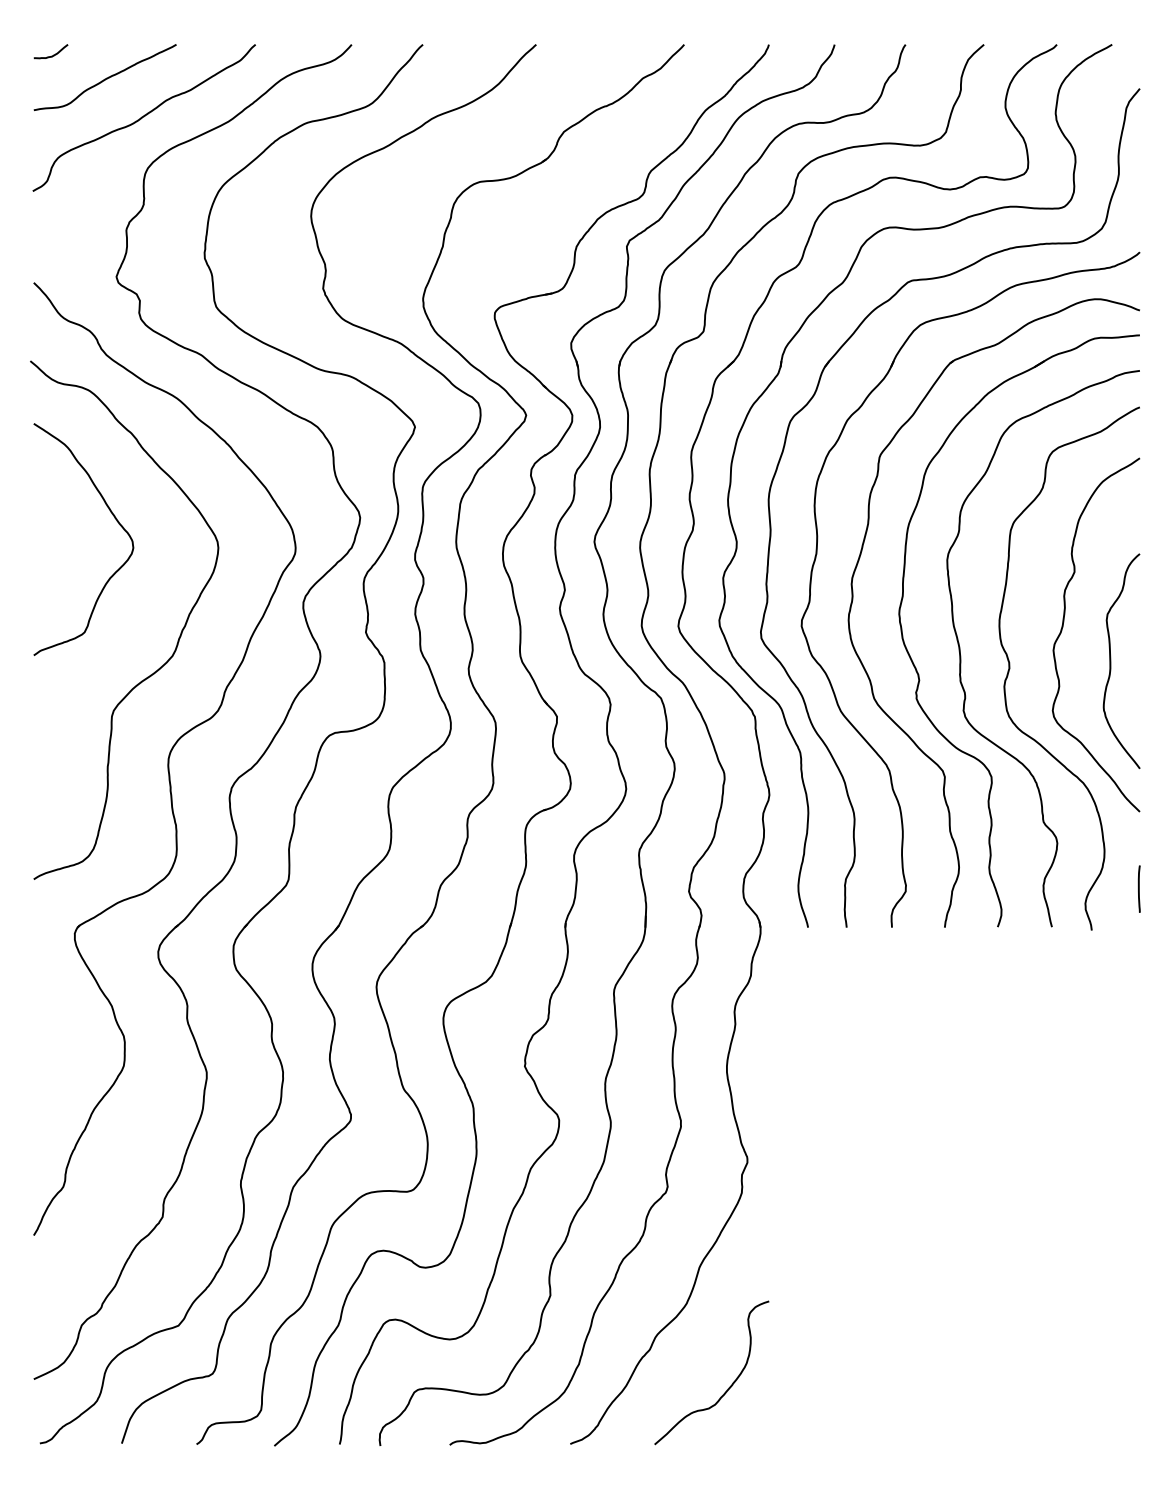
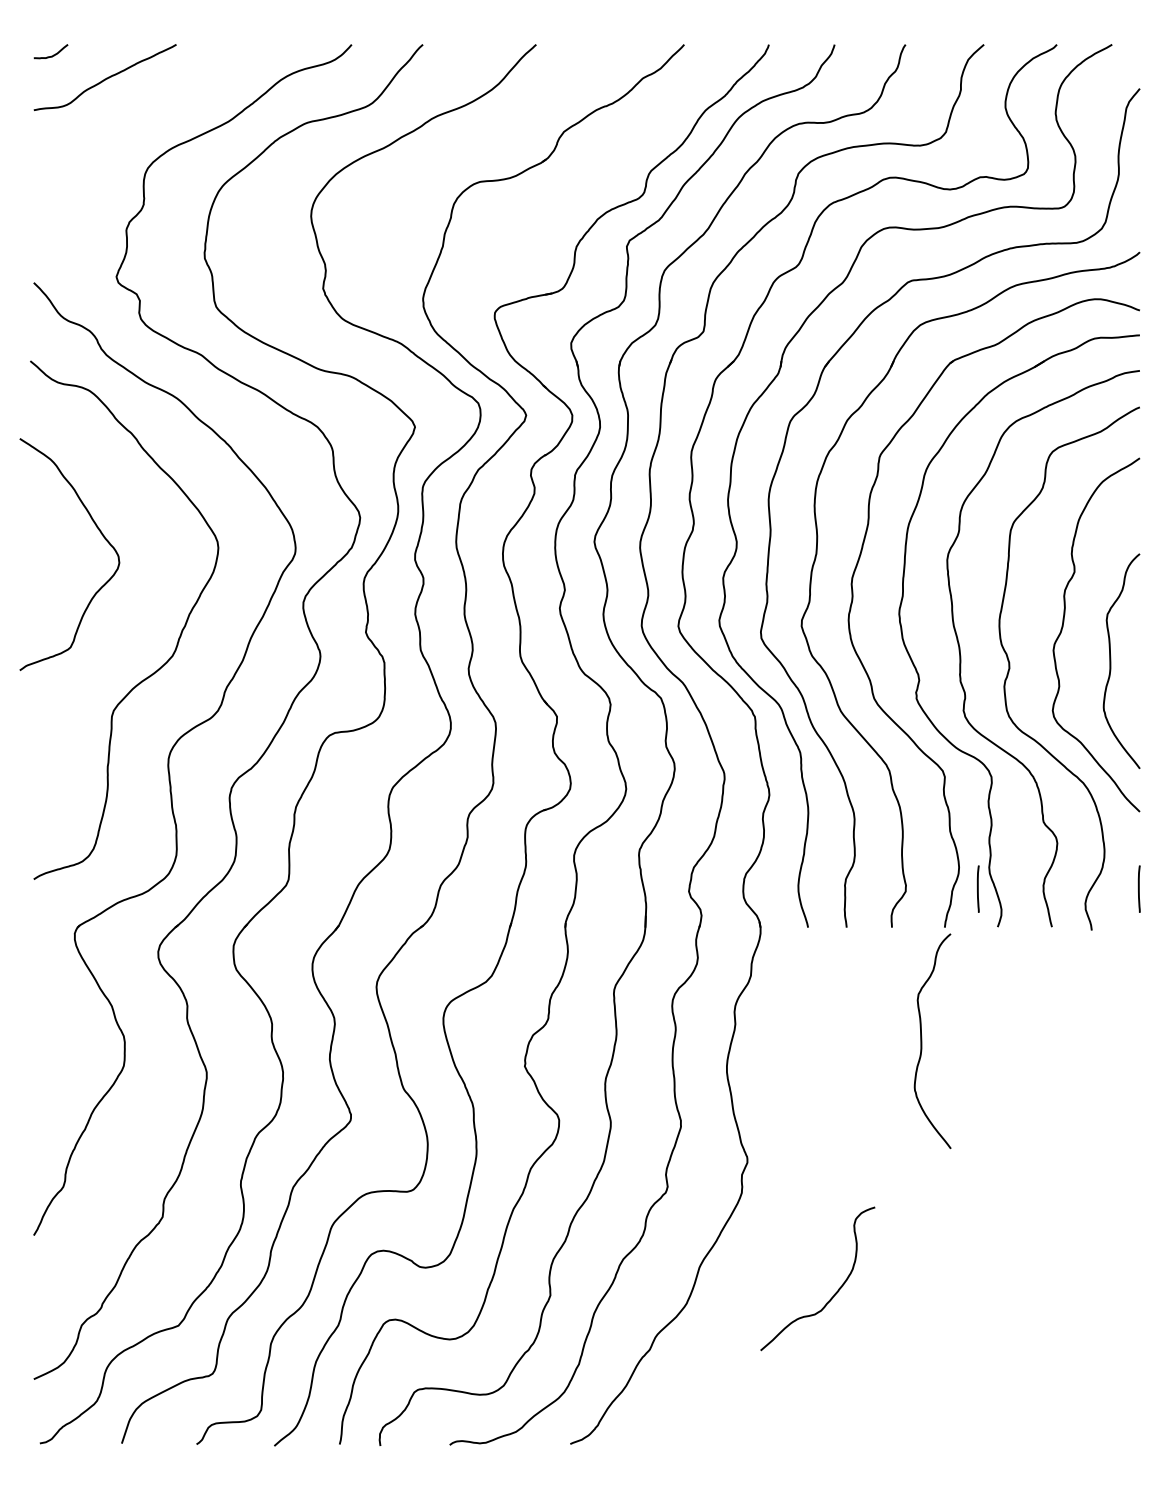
curve at (143, 117): present -> none
curve at (114, 518) position: (114, 518) -> (100, 533)
curve at (977, 888): none -> present
curve at (922, 1040): none -> present
curve at (728, 1387) position: (728, 1387) -> (834, 1293)
